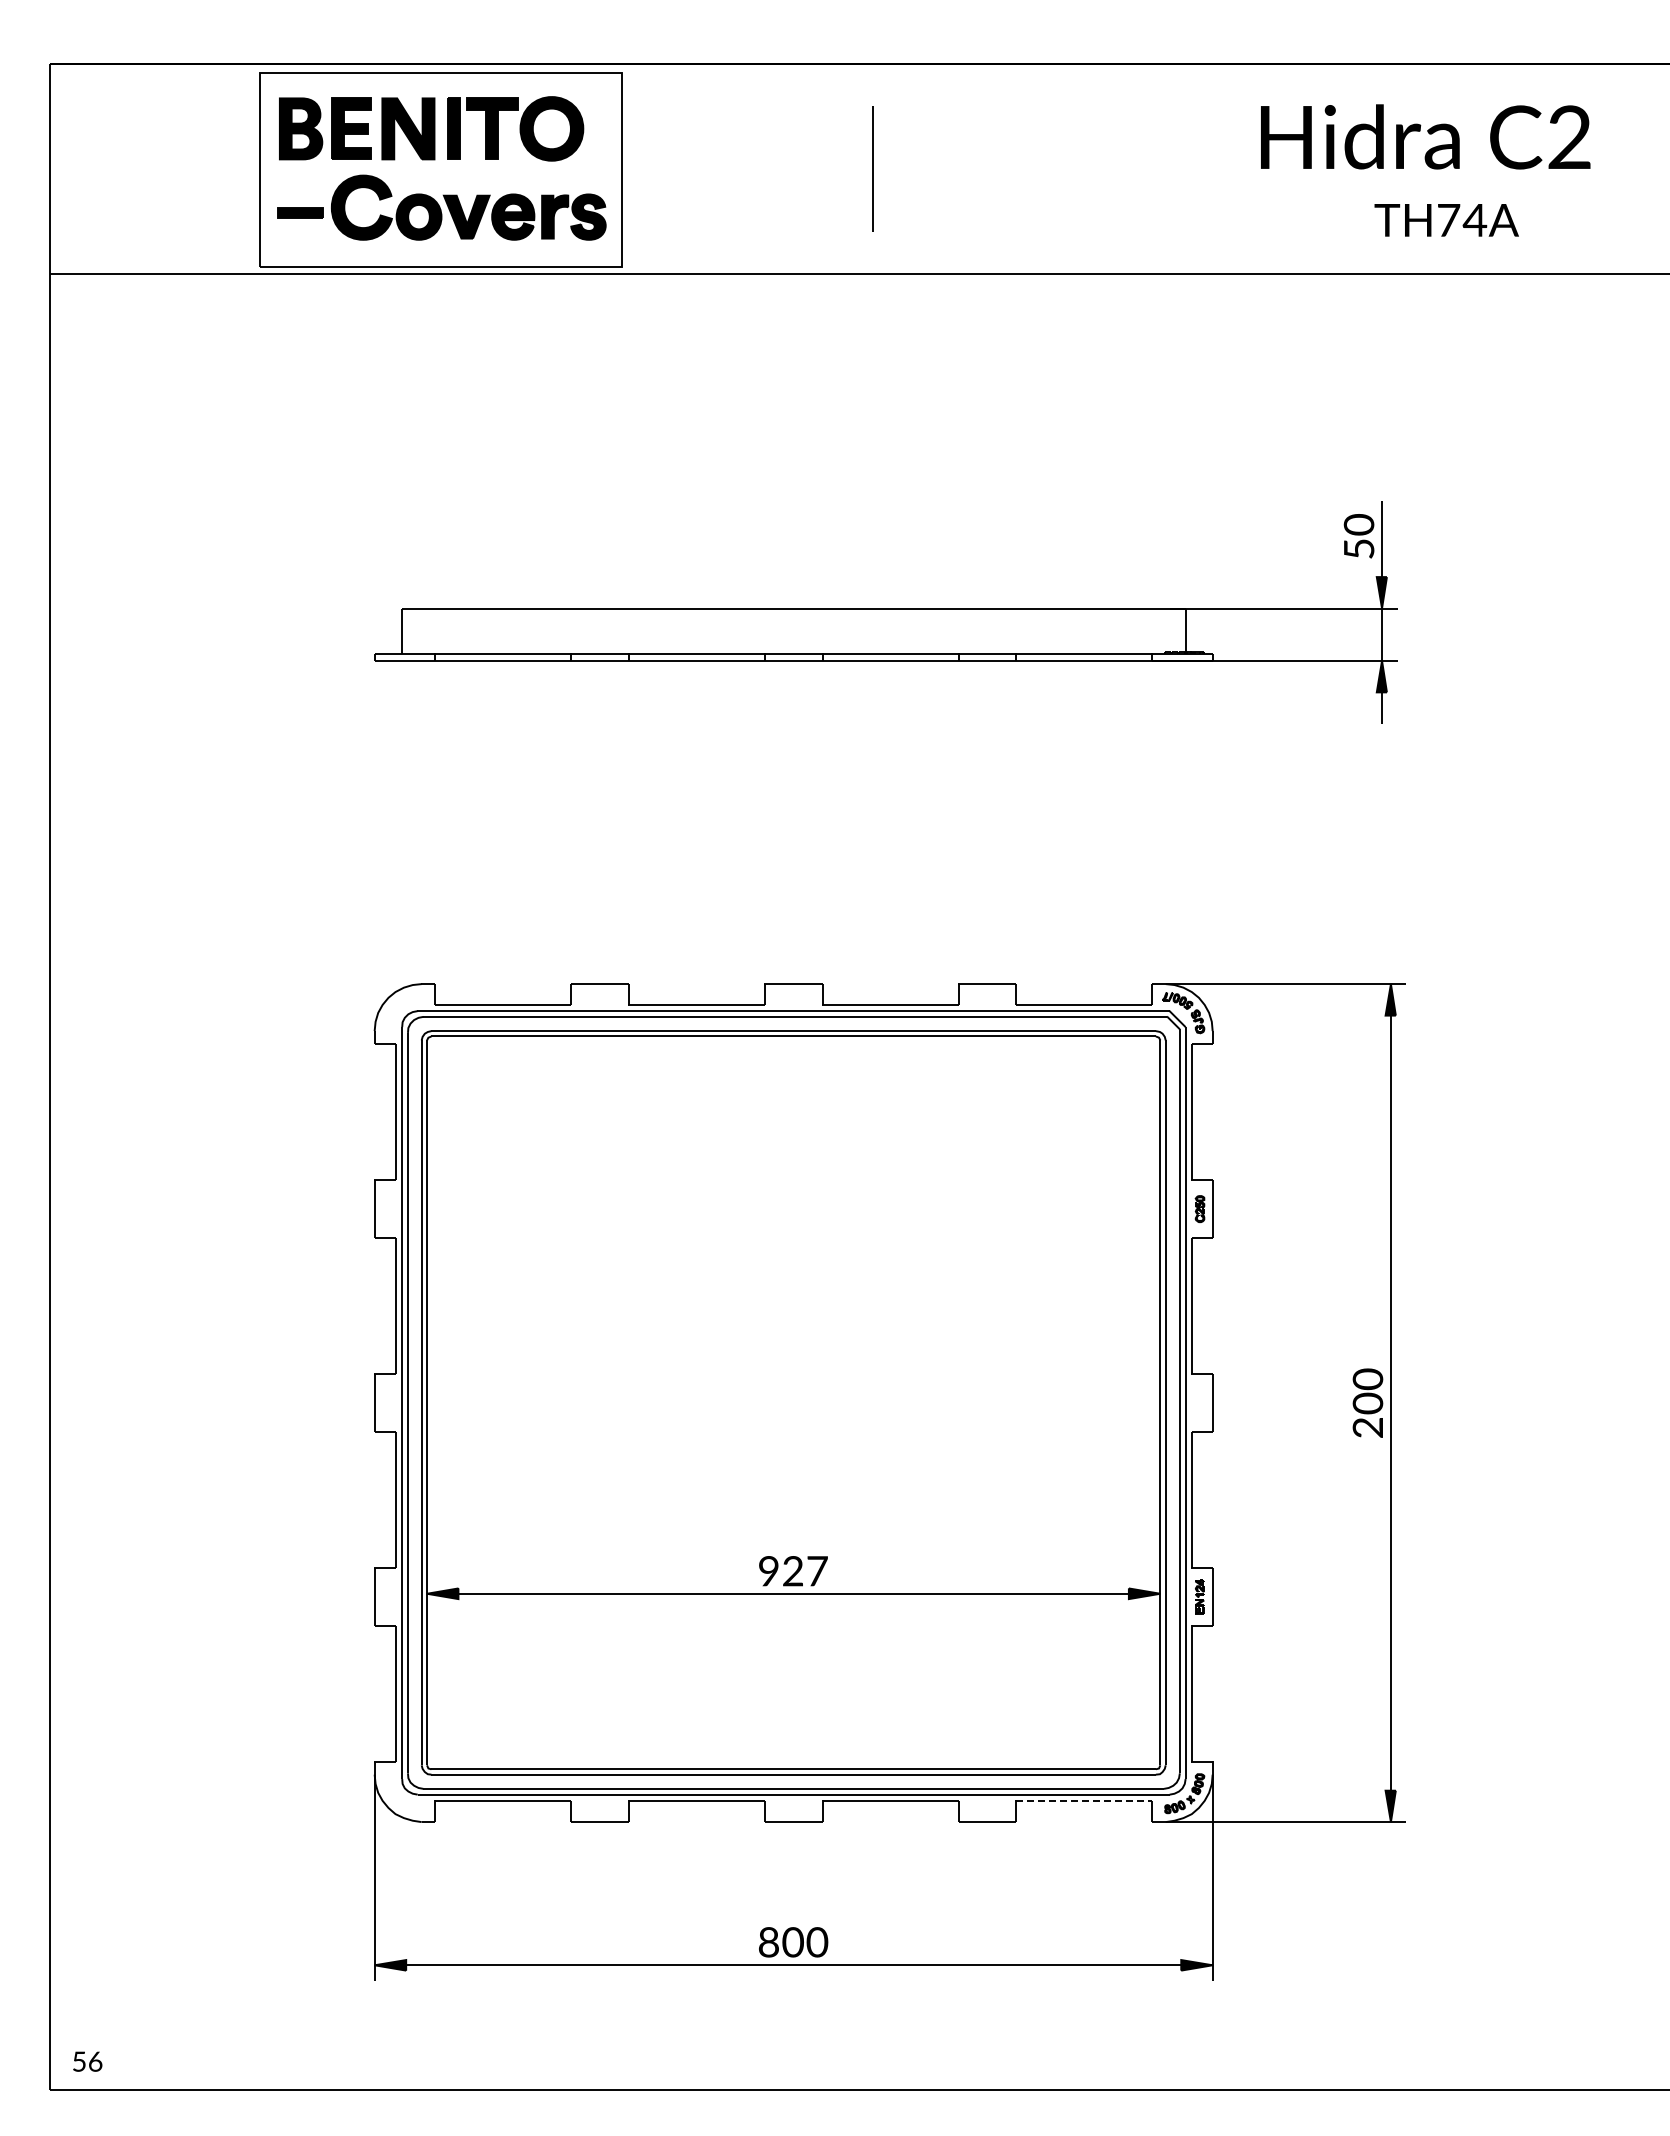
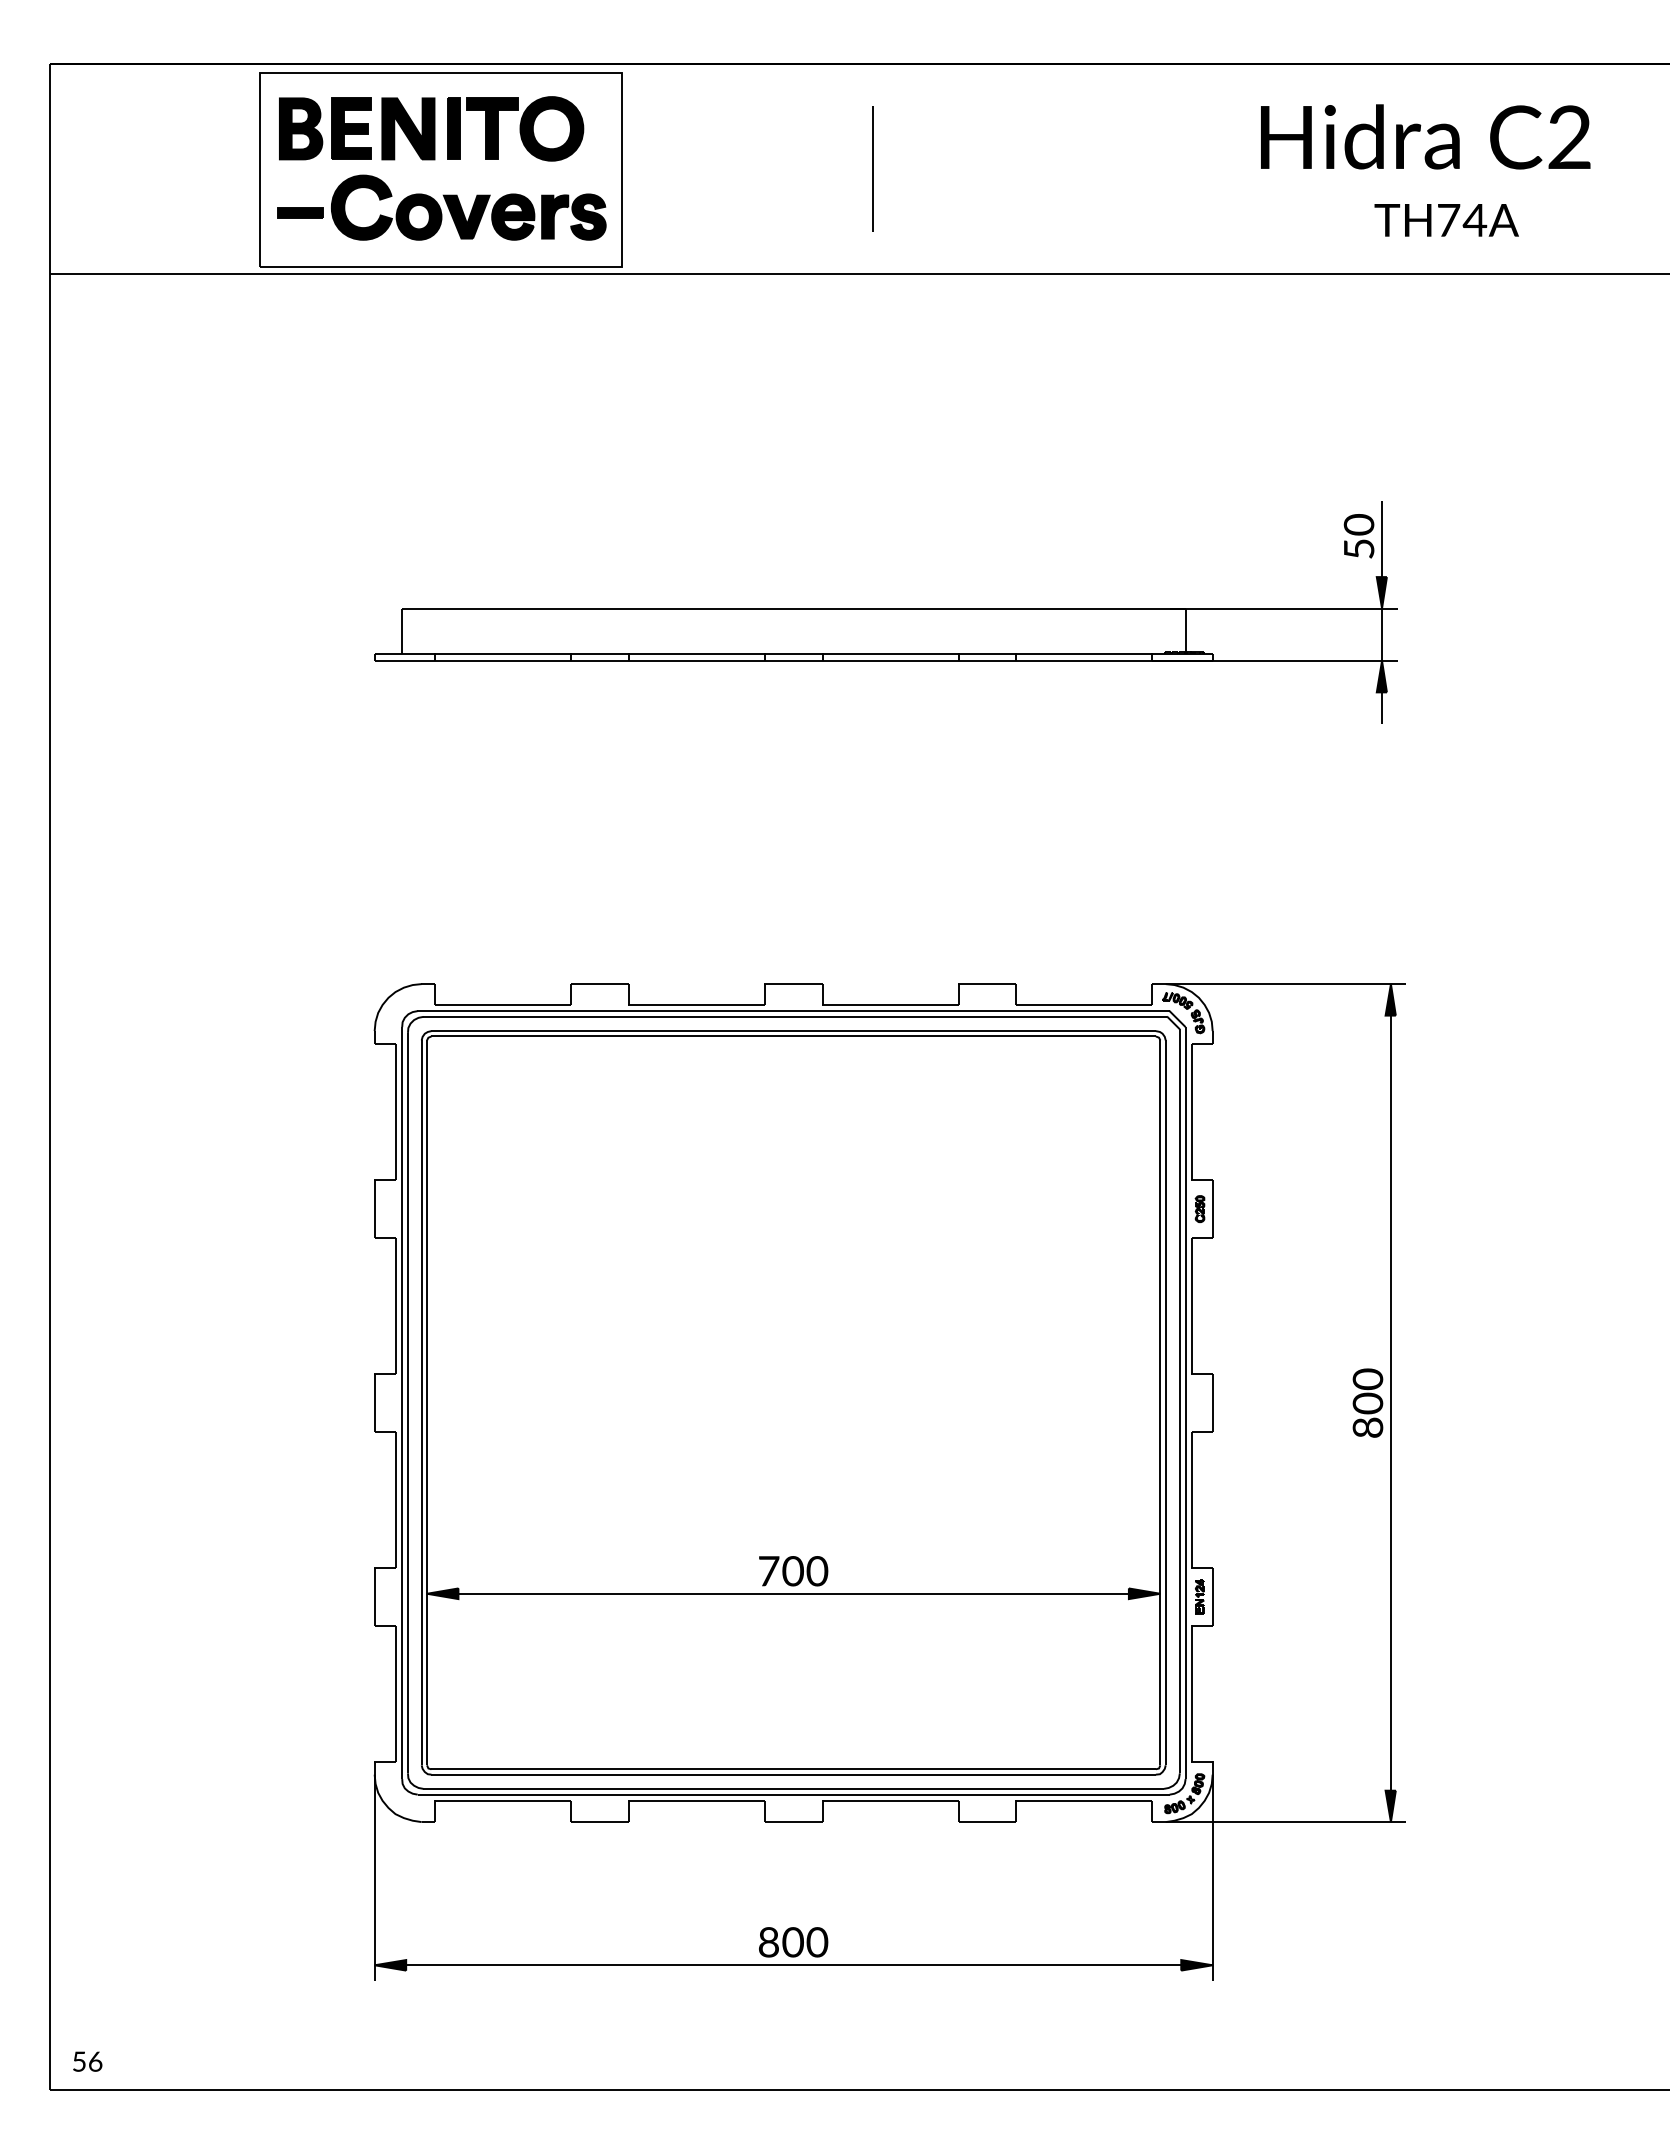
text at (1368, 1427): 200 -> 800
text at (793, 1571): 927 -> 700
line at (1084, 1800): dashed -> solid
